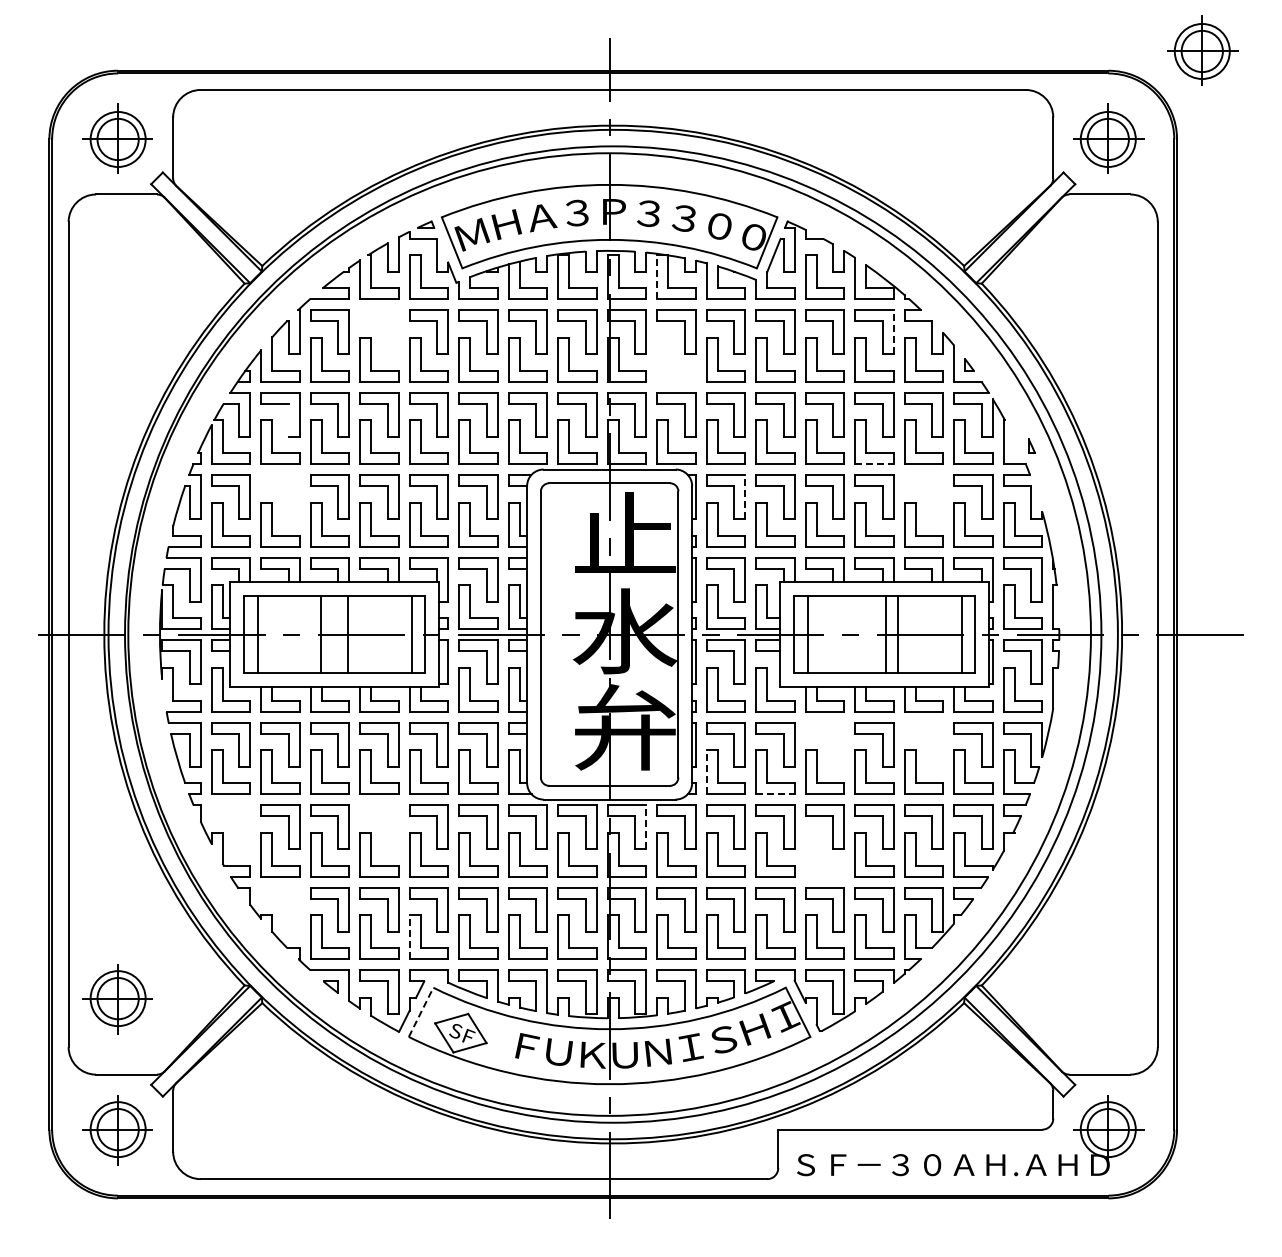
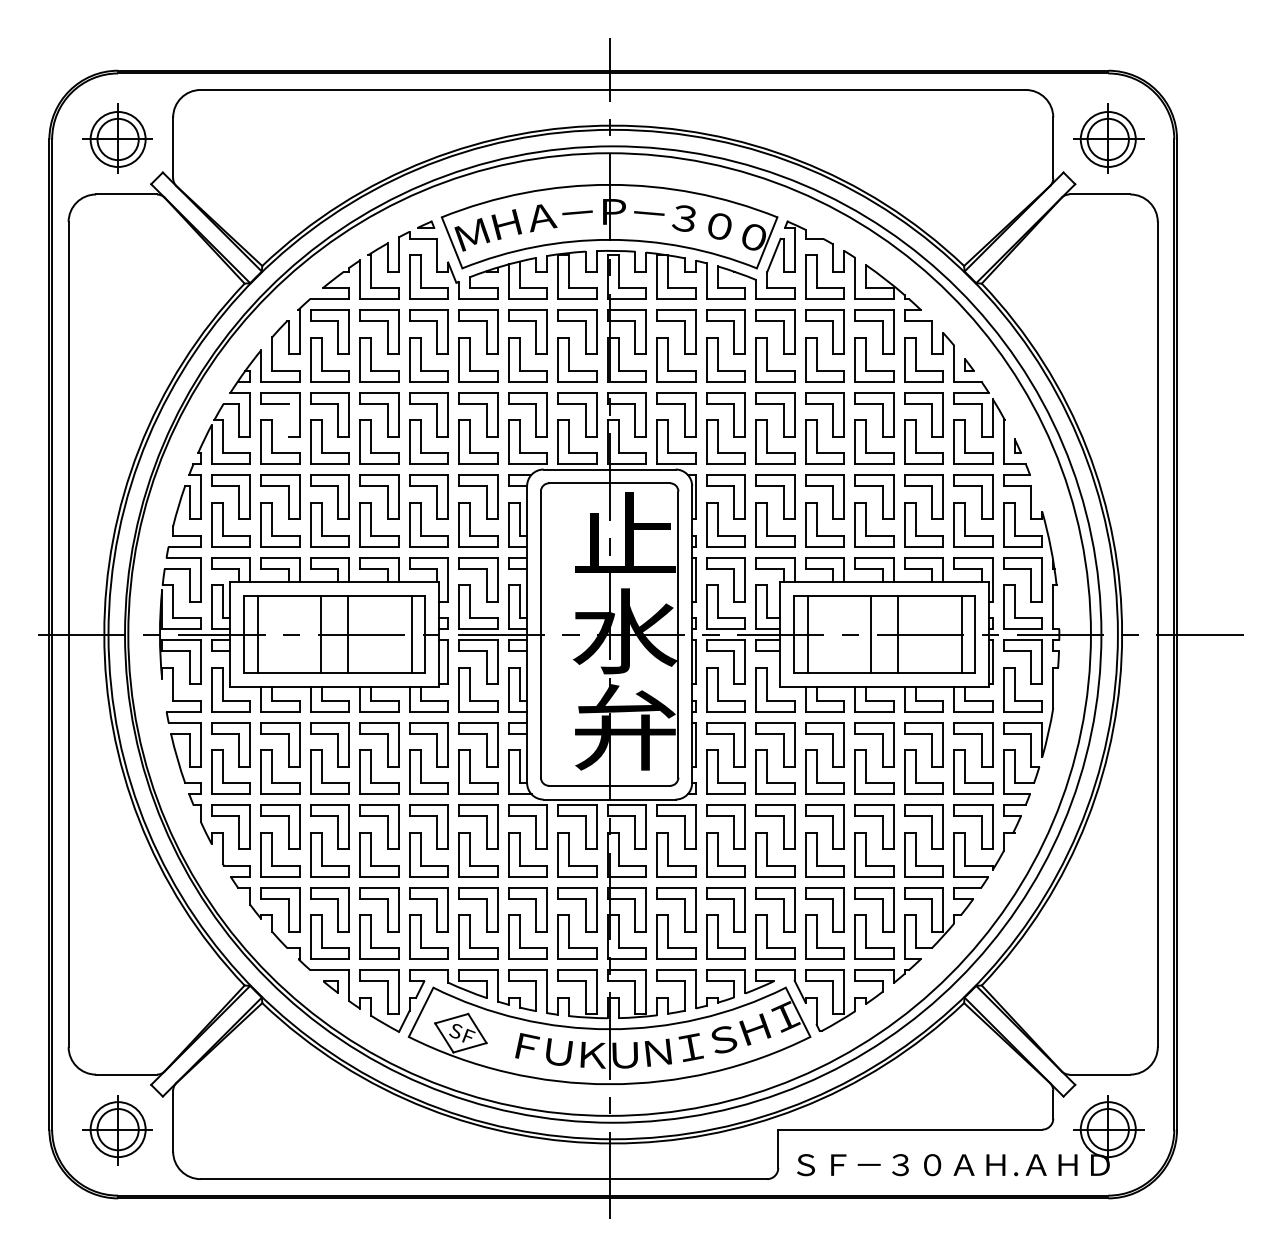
part at (1202, 50): present -> none
text at (577, 212): ３ -> －
text at (649, 213): ３ -> －
line at (657, 276): dashed -> solid
part at (387, 331): none -> present
line at (893, 331): dashed -> solid
part at (668, 359): none -> present
part at (1031, 445) position: (1031, 445) -> (1017, 445)
line at (874, 464): dashed -> solid
part at (288, 496): none -> present
line at (745, 496): dashed -> solid
part at (931, 496): none -> present
line at (885, 634) position: (885, 634) -> (870, 634)
part at (832, 744): none -> present
part at (931, 744): none -> present
line at (706, 771): dashed -> solid
line at (775, 794): dashed -> solid
part at (238, 826): none -> present
part at (387, 826): none -> present
line at (646, 826): dashed -> solid
part at (817, 854): none -> present
part at (288, 909): none -> present
line at (409, 936): dashed -> solid
part at (117, 999): present -> none
line at (421, 1012): dashed -> solid
